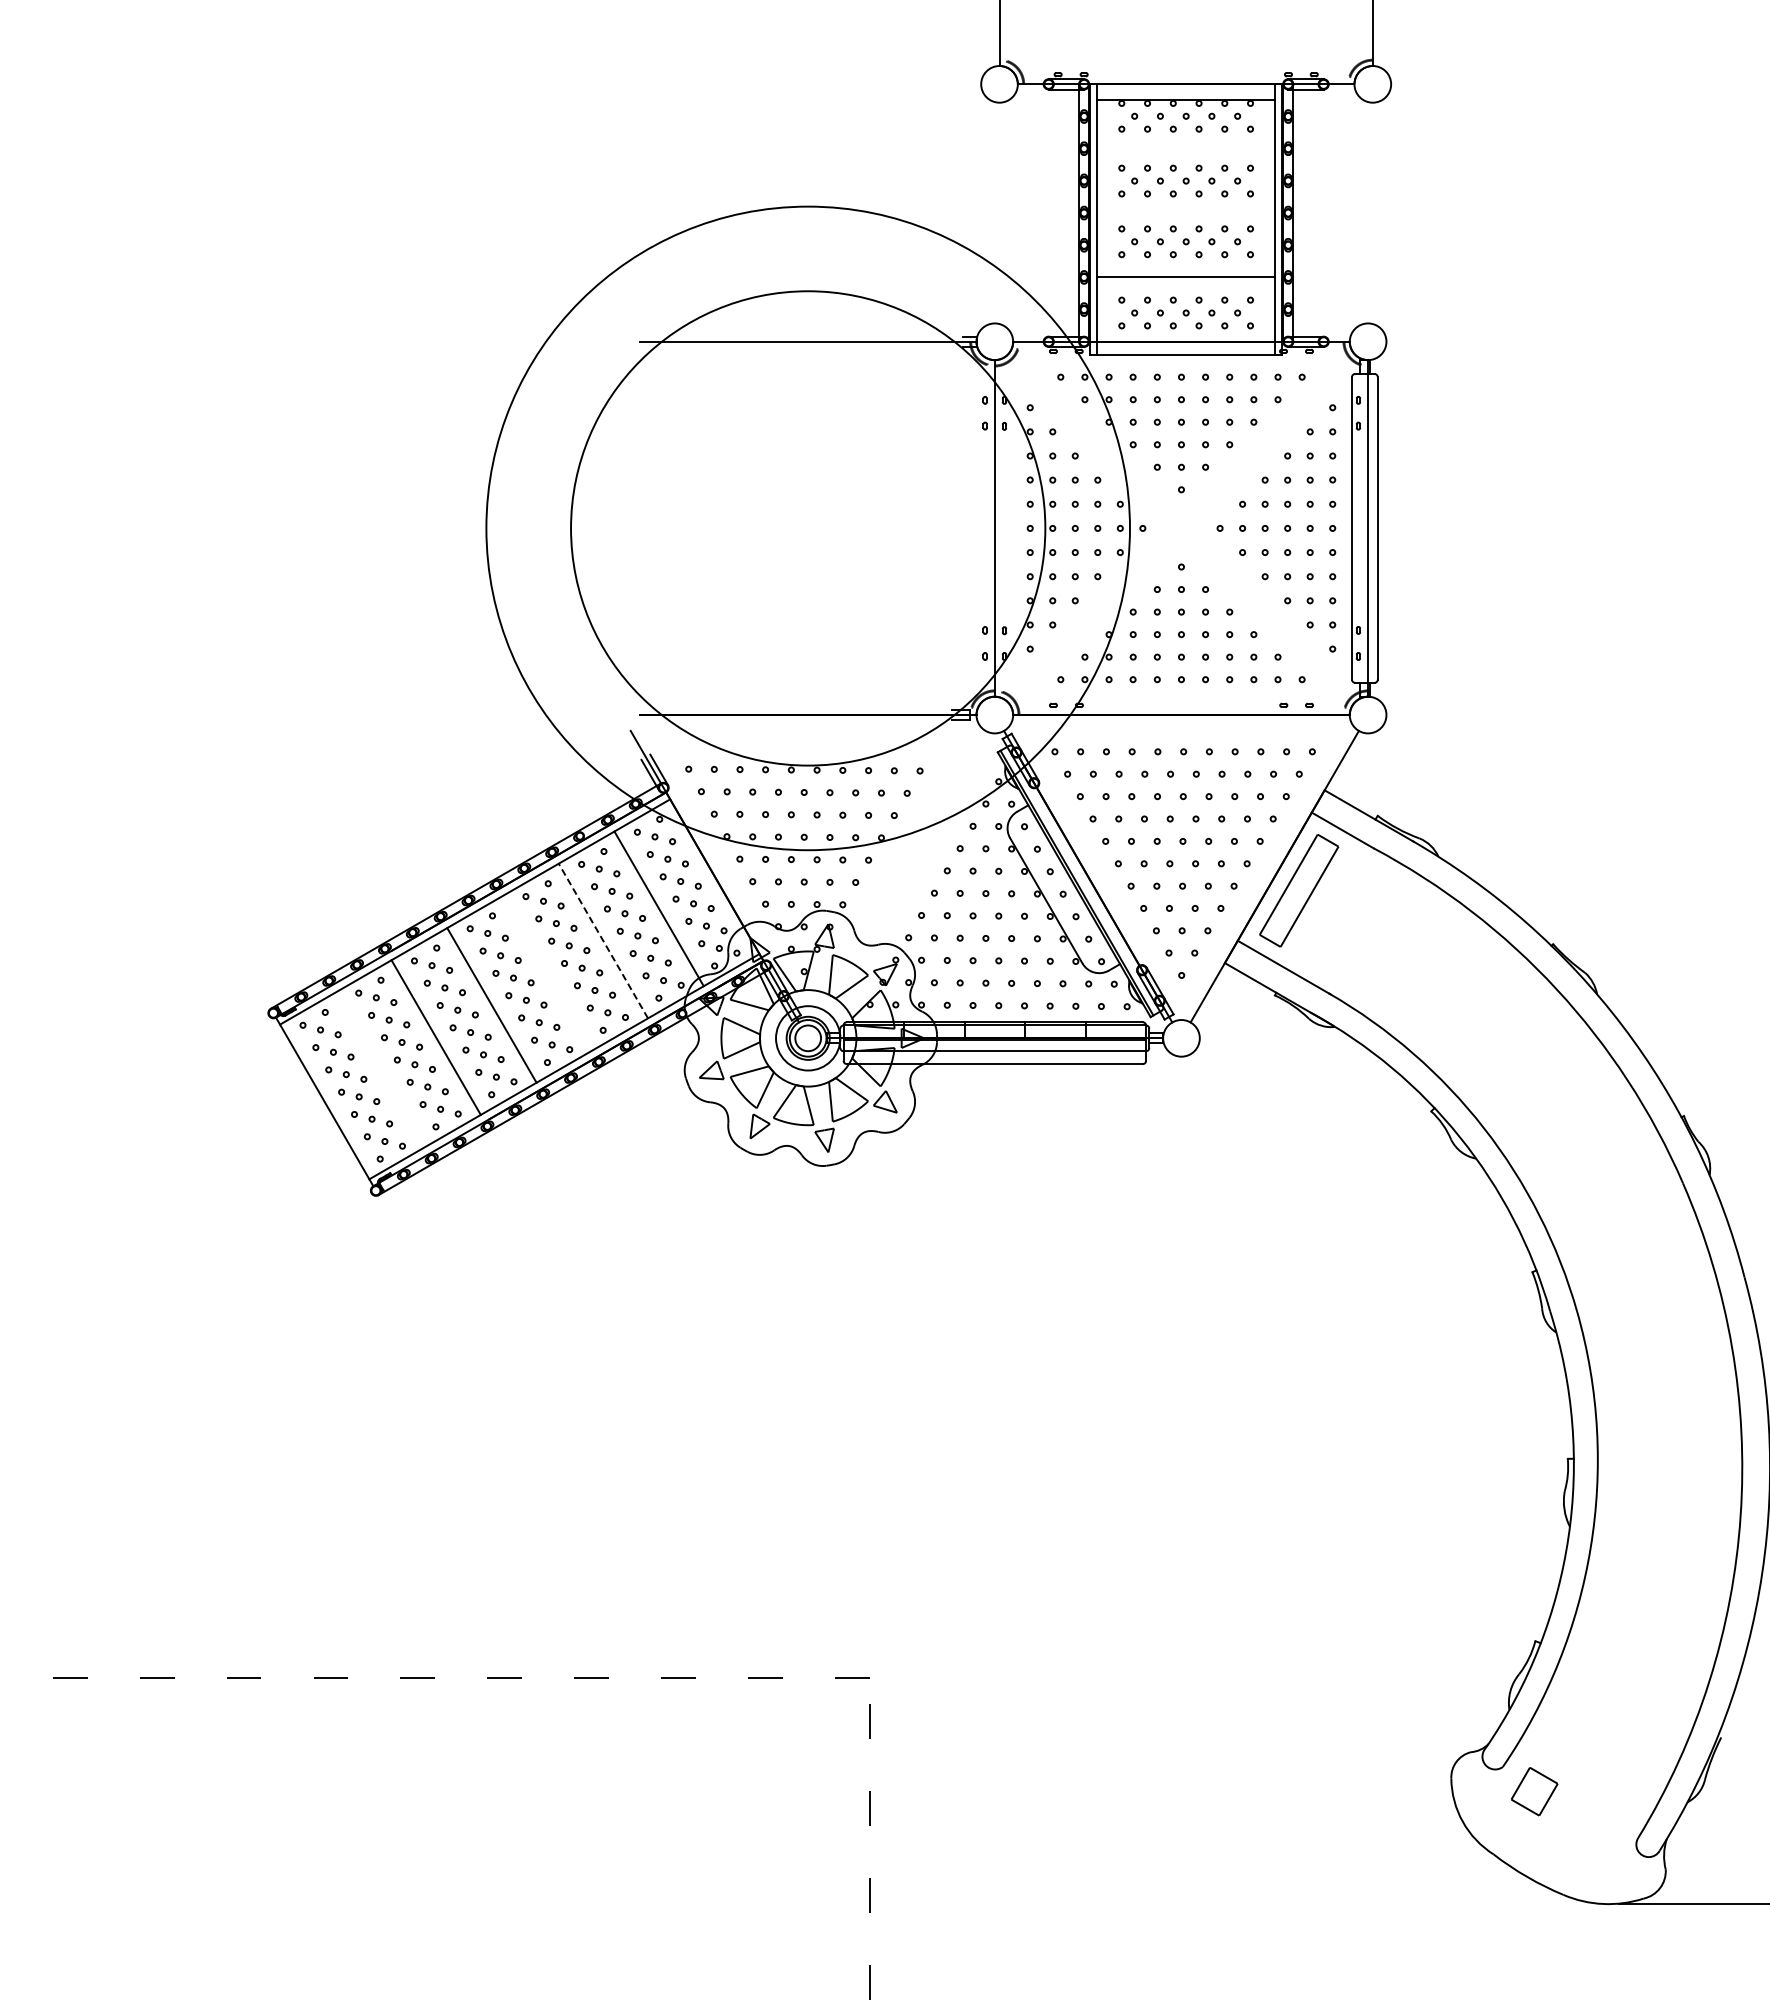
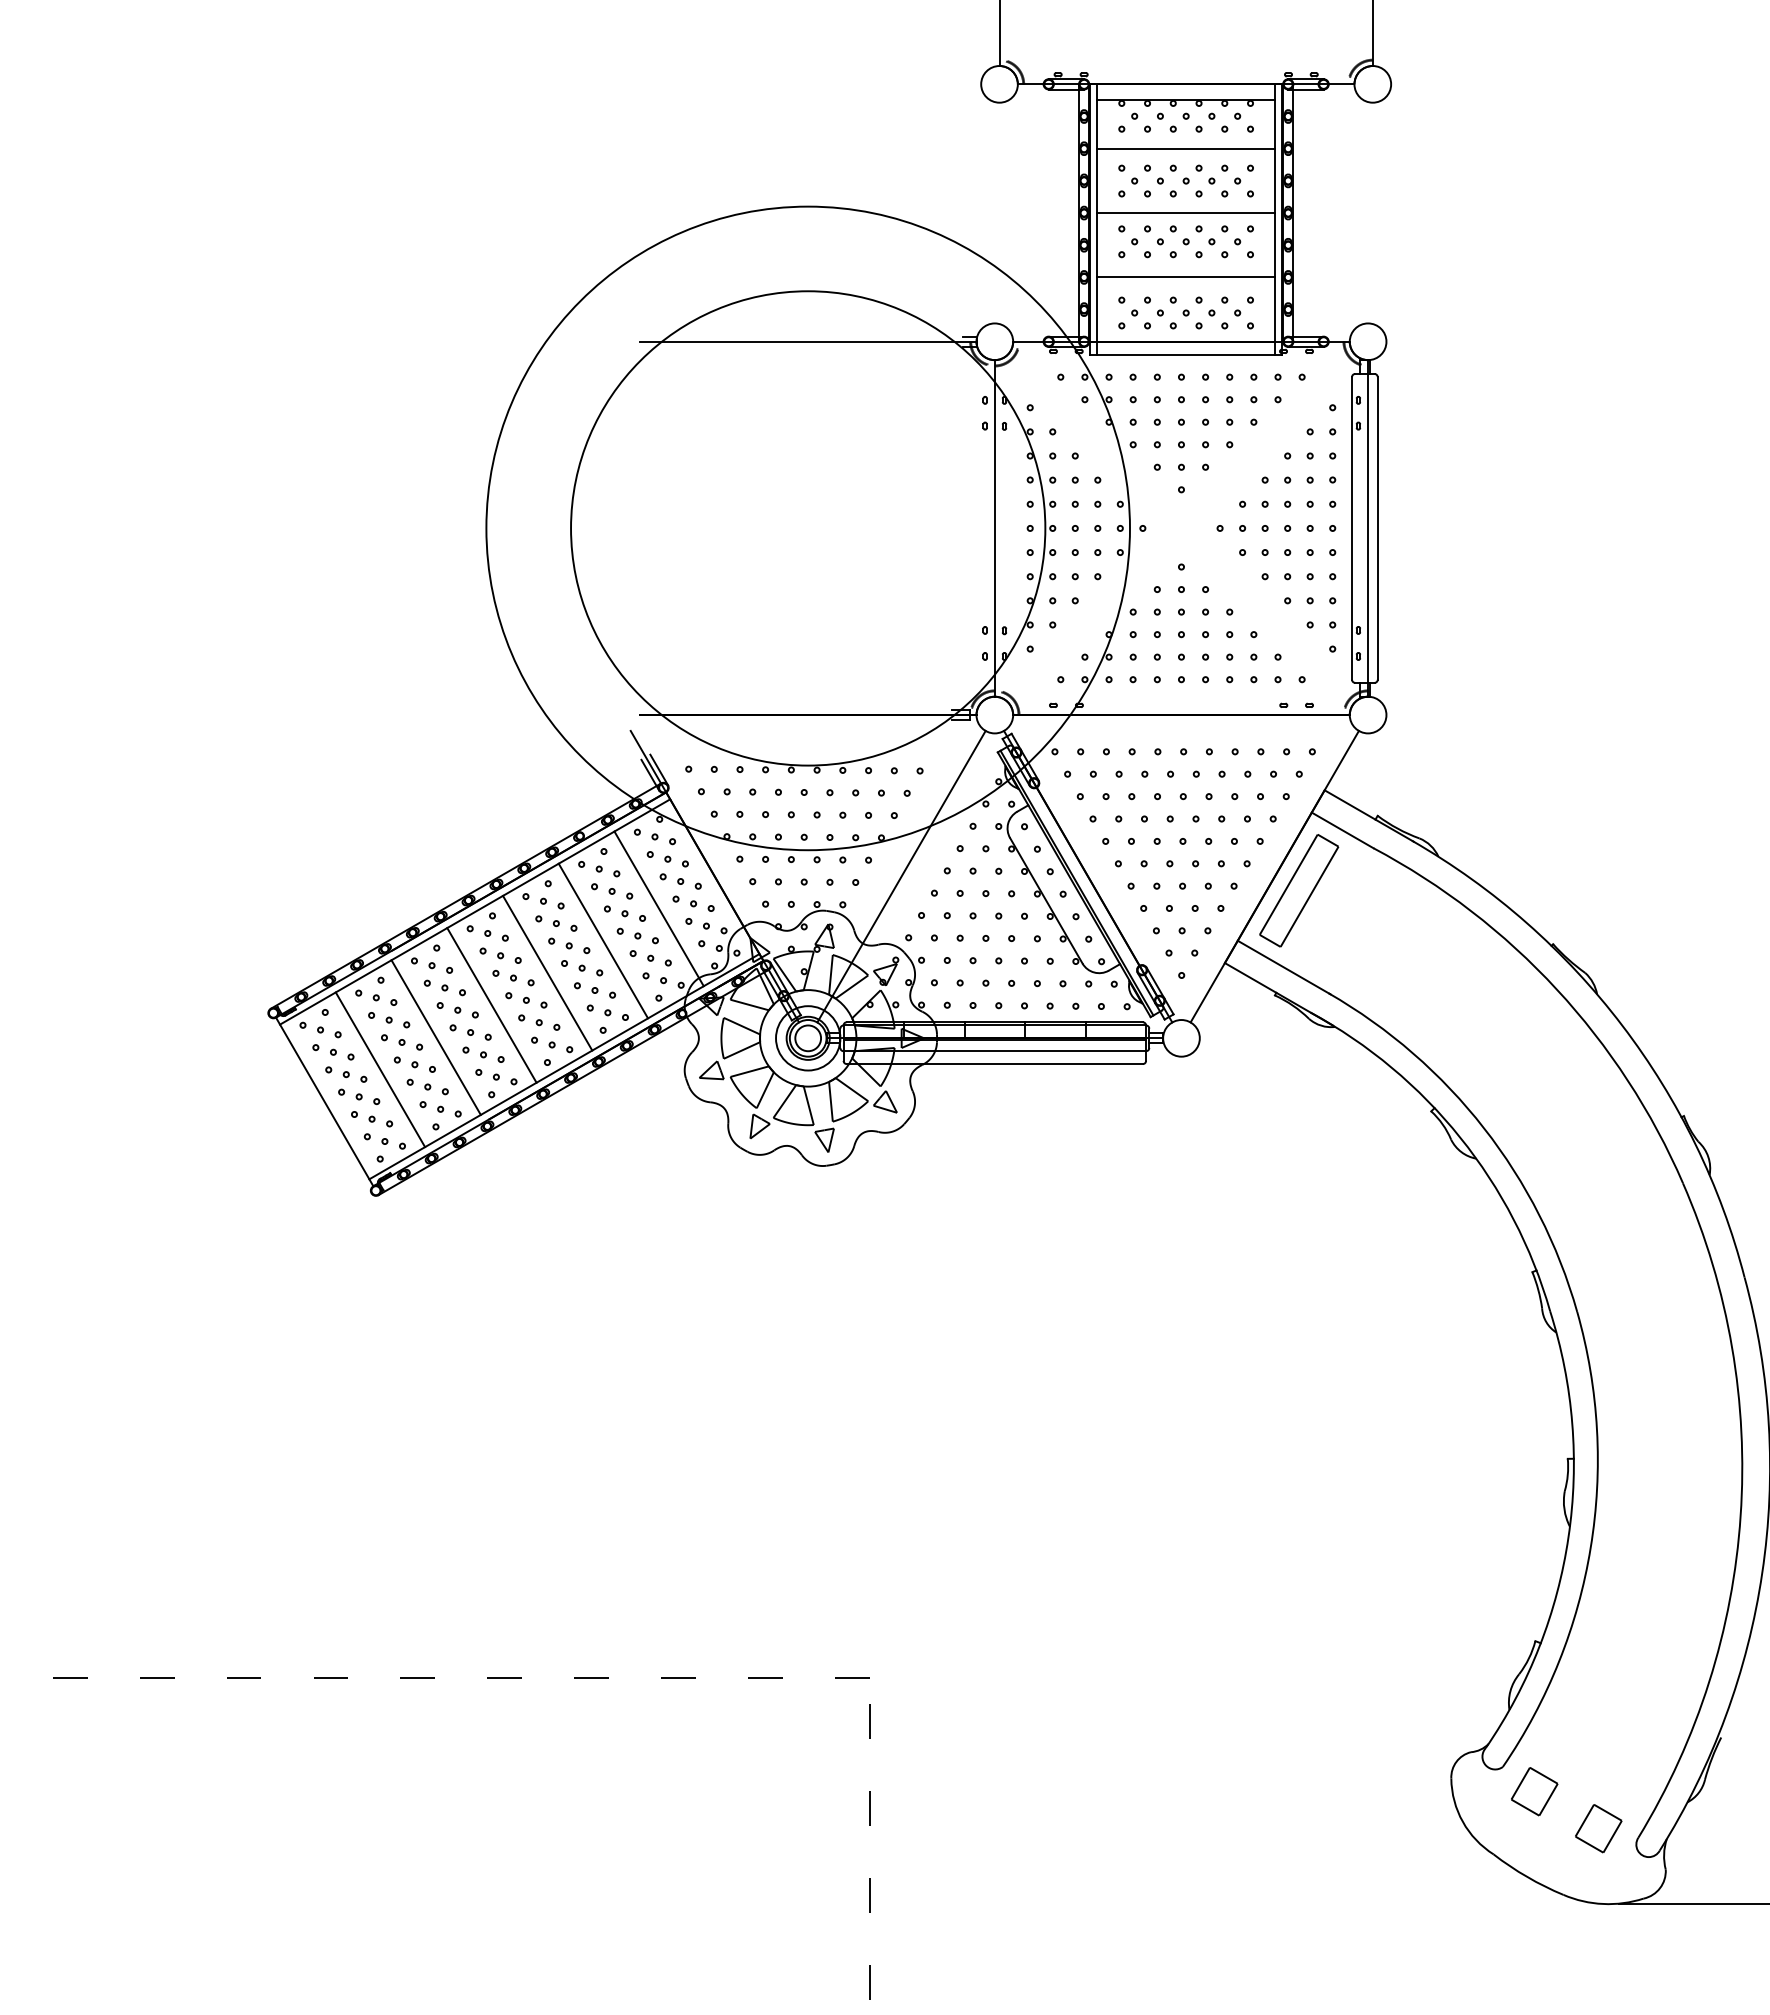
line at (1185, 148): none -> present
line at (1185, 213): none -> present
line at (901, 876): none -> present
line at (603, 940): dashed -> solid
line at (547, 972): none -> present
line at (380, 1069): none -> present
part at (1598, 1828): none -> present
